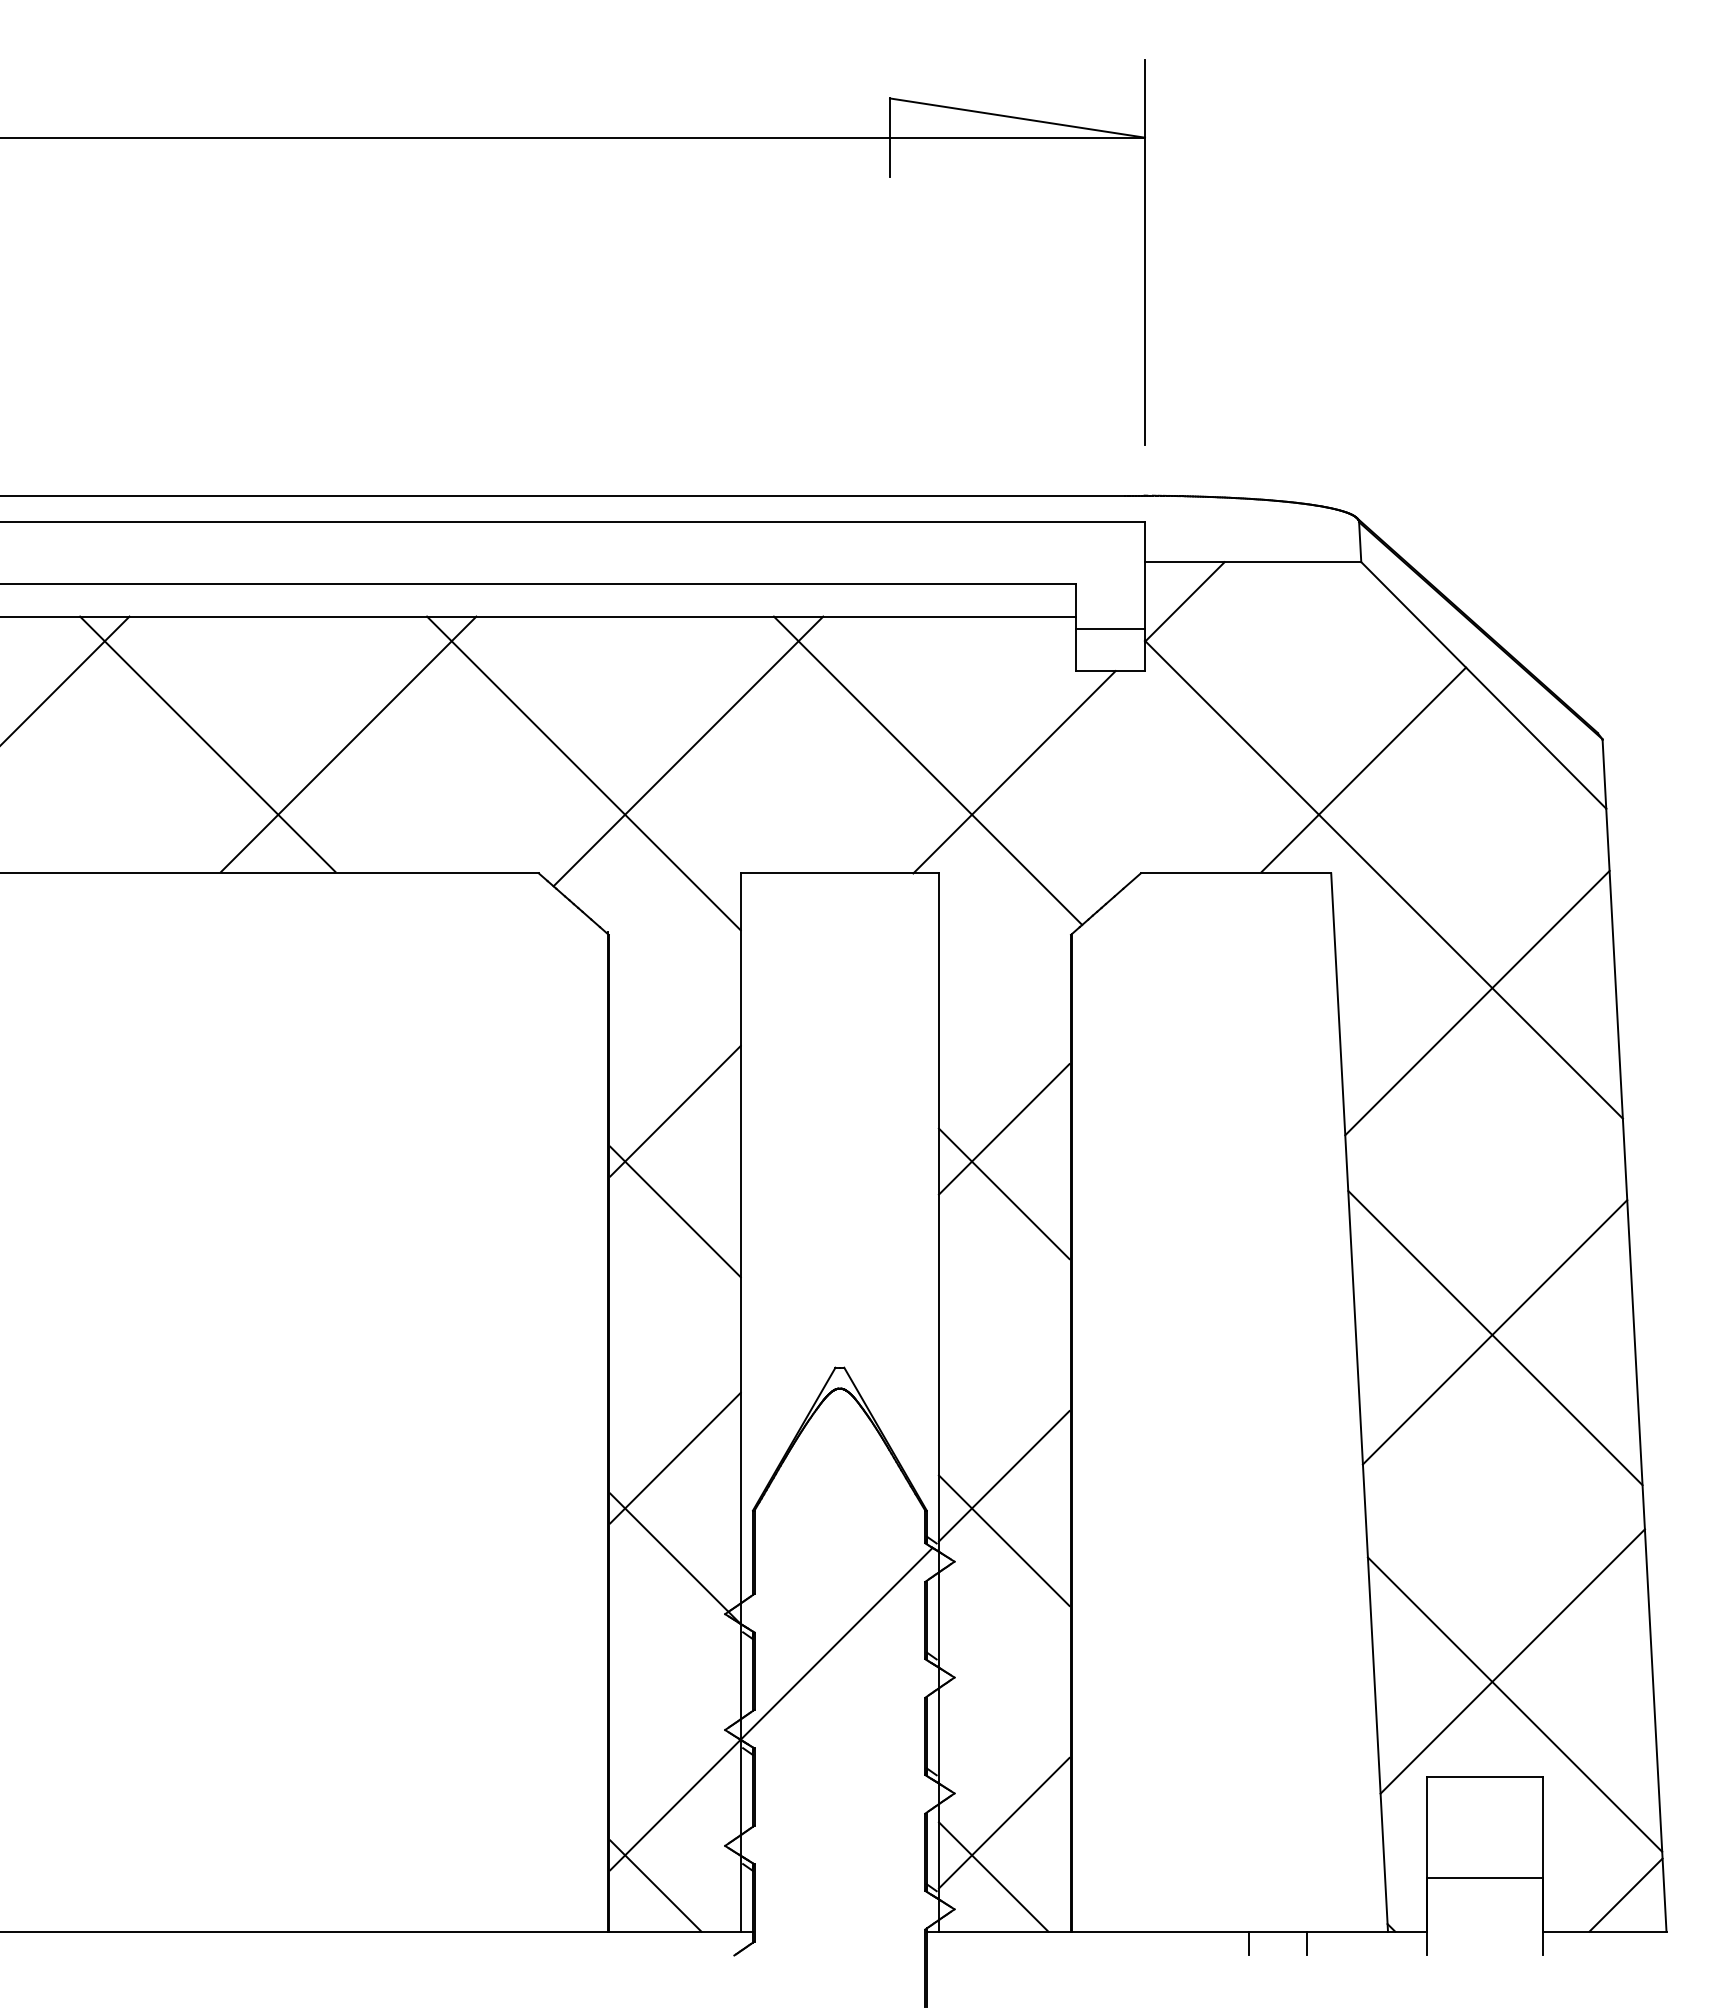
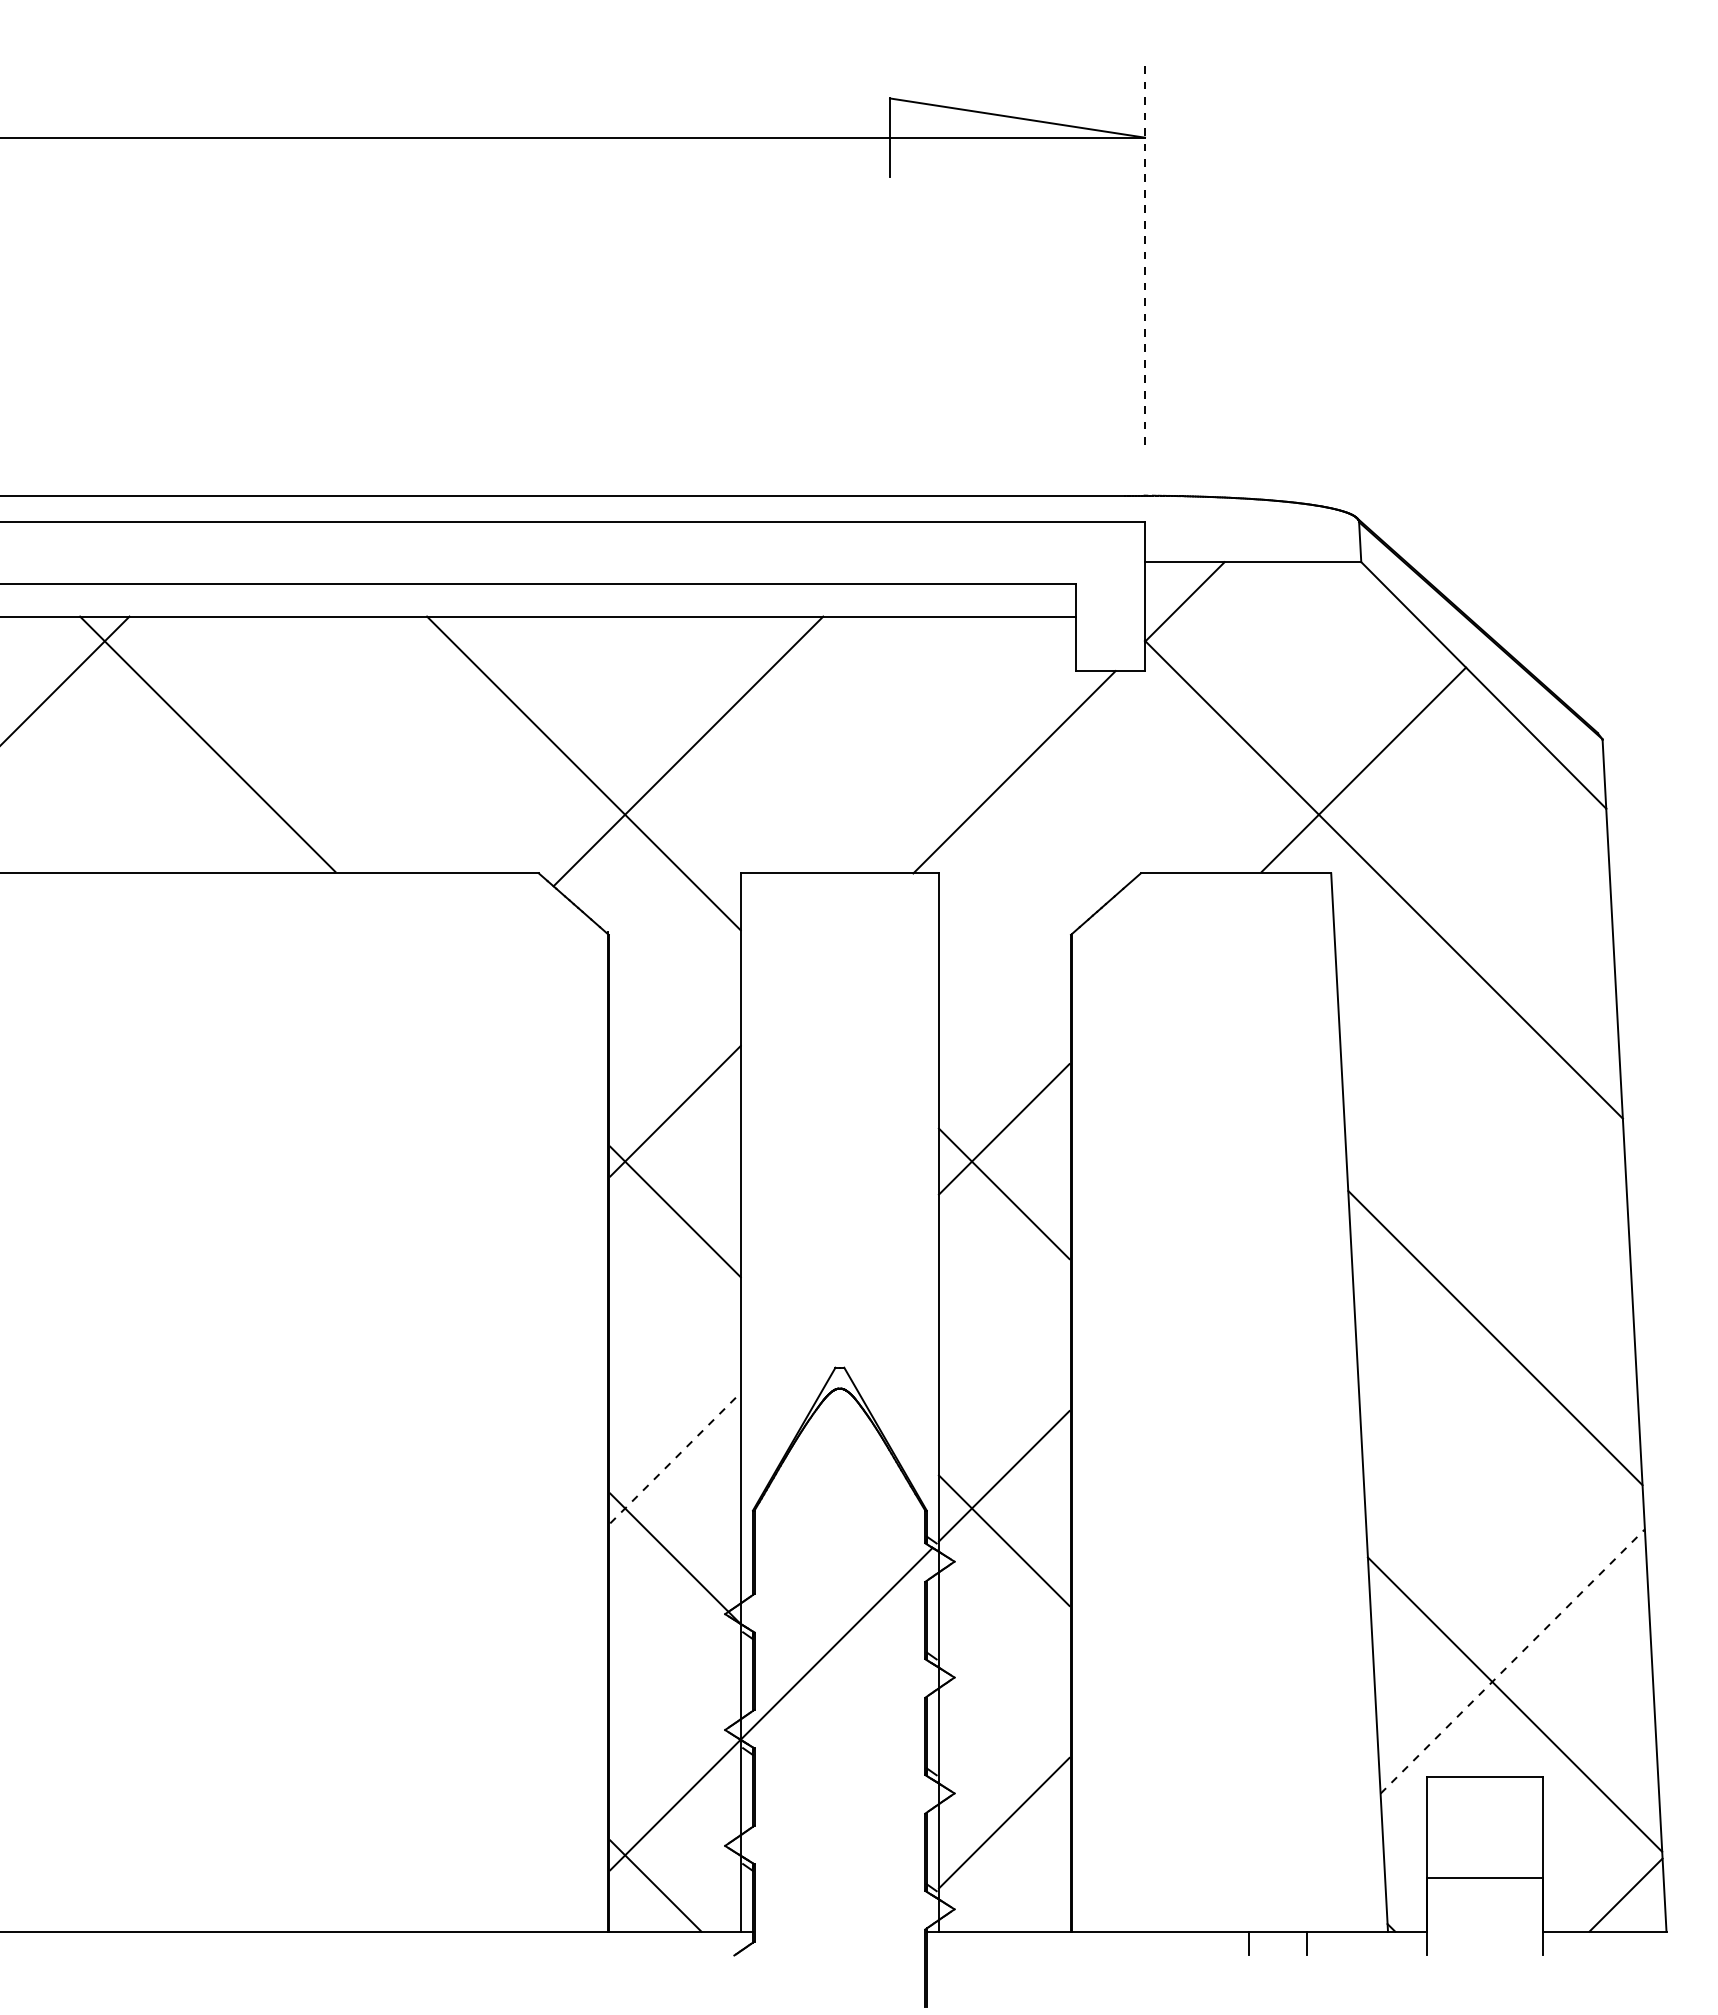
line at (1145, 252): solid -> dashed
line at (1110, 629): present -> none
line at (348, 743): present -> none
line at (927, 770): present -> none
line at (1477, 1002): present -> none
line at (1494, 1332): present -> none
line at (675, 1457): solid -> dashed
line at (1512, 1661): solid -> dashed
line at (993, 1876): present -> none
